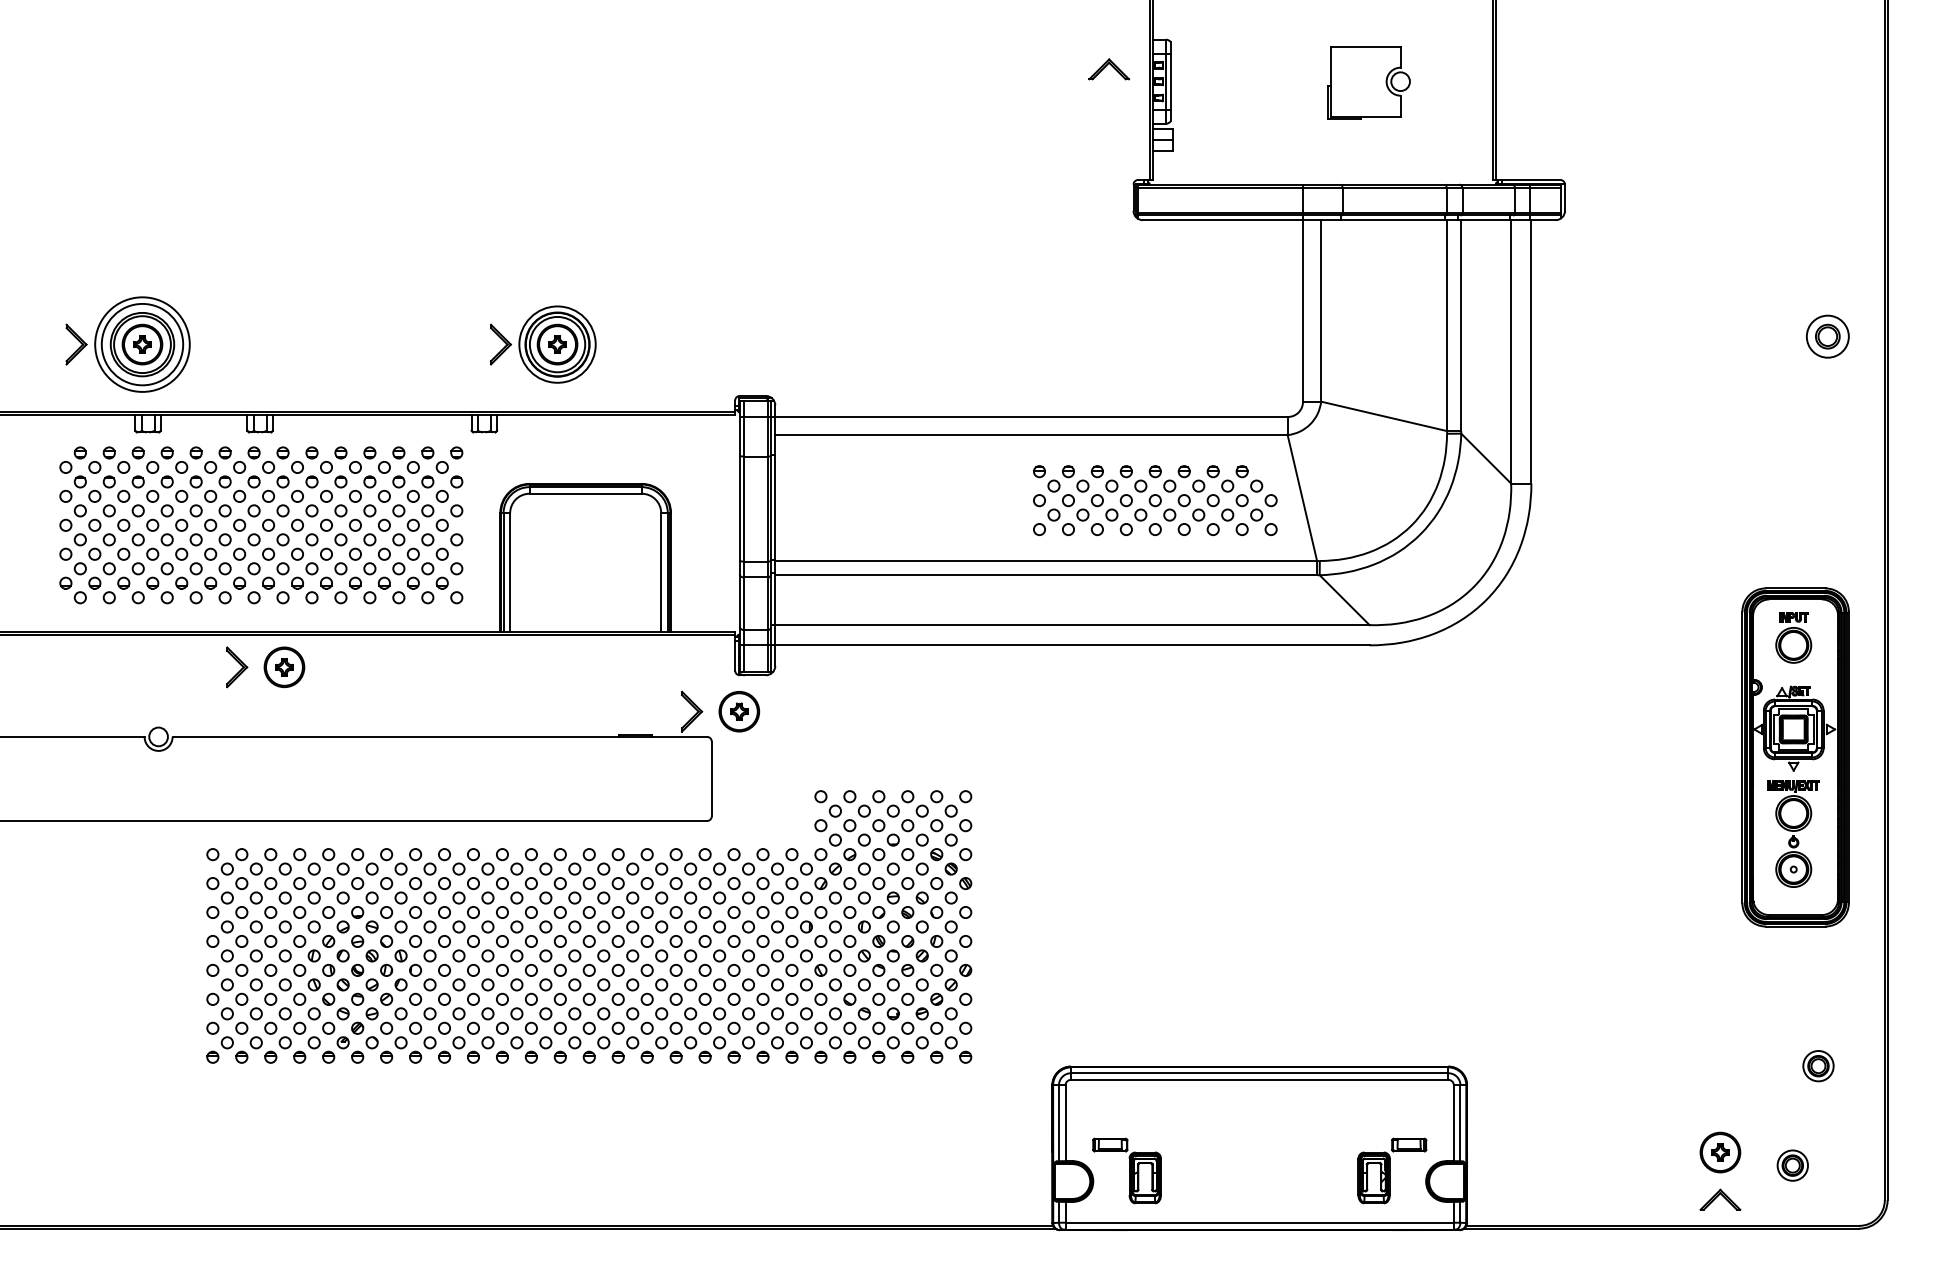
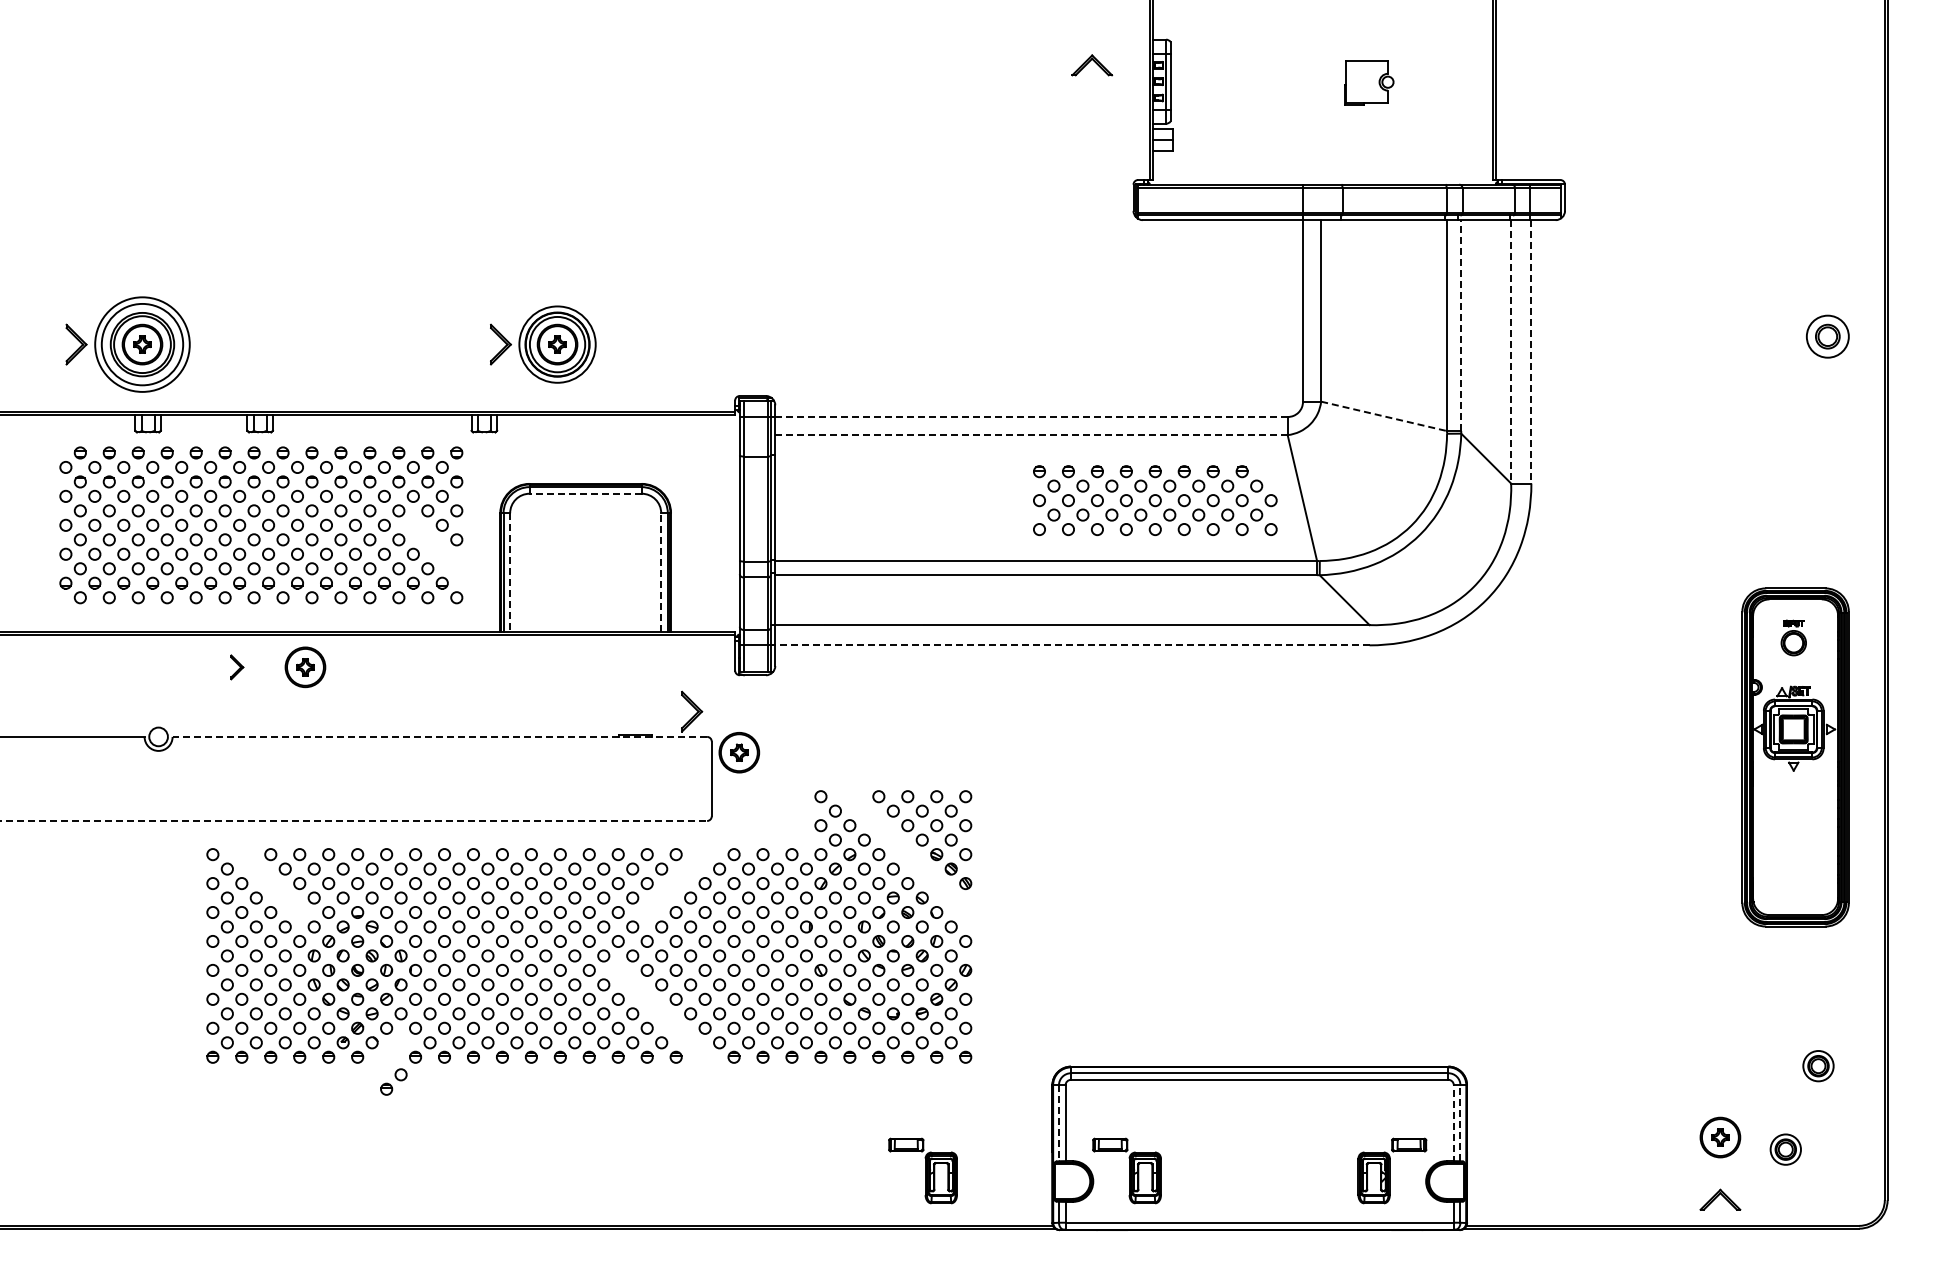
part at (1109, 69) position: (1109, 69) -> (1092, 65)
part at (1368, 82) size: 84x74 px -> 51x46 px
line at (1461, 325): solid -> dashed
line at (1511, 351): solid -> dashed
line at (1531, 351): solid -> dashed
line at (1384, 416): solid -> dashed
line at (1030, 417): solid -> dashed
line at (1030, 435): solid -> dashed
line at (585, 493): solid -> dashed
part at (434, 546): present -> none
line at (661, 572): solid -> dashed
line at (510, 573): solid -> dashed
part at (1793, 637) size: 38x52 px -> 27x38 px
line at (1071, 645): solid -> dashed
part at (237, 667) size: 23x43 px -> 15x27 px
part at (284, 667) position: (284, 667) -> (305, 667)
part at (739, 711) position: (739, 711) -> (739, 752)
line at (439, 736): solid -> dashed
line at (354, 820): solid -> dashed
part at (1793, 833): present -> none
part at (907, 854): present -> none
part at (270, 883): present -> none
part at (675, 883): present -> none
part at (661, 1013): present -> none
part at (393, 1049) position: (393, 1049) -> (393, 1081)
line at (1058, 1123): solid -> dashed
line at (1453, 1123): solid -> dashed
line at (1460, 1123): solid -> dashed
part at (1720, 1152) position: (1720, 1152) -> (1720, 1137)
part at (1792, 1165) position: (1792, 1165) -> (1785, 1149)
part at (922, 1170): none -> present
